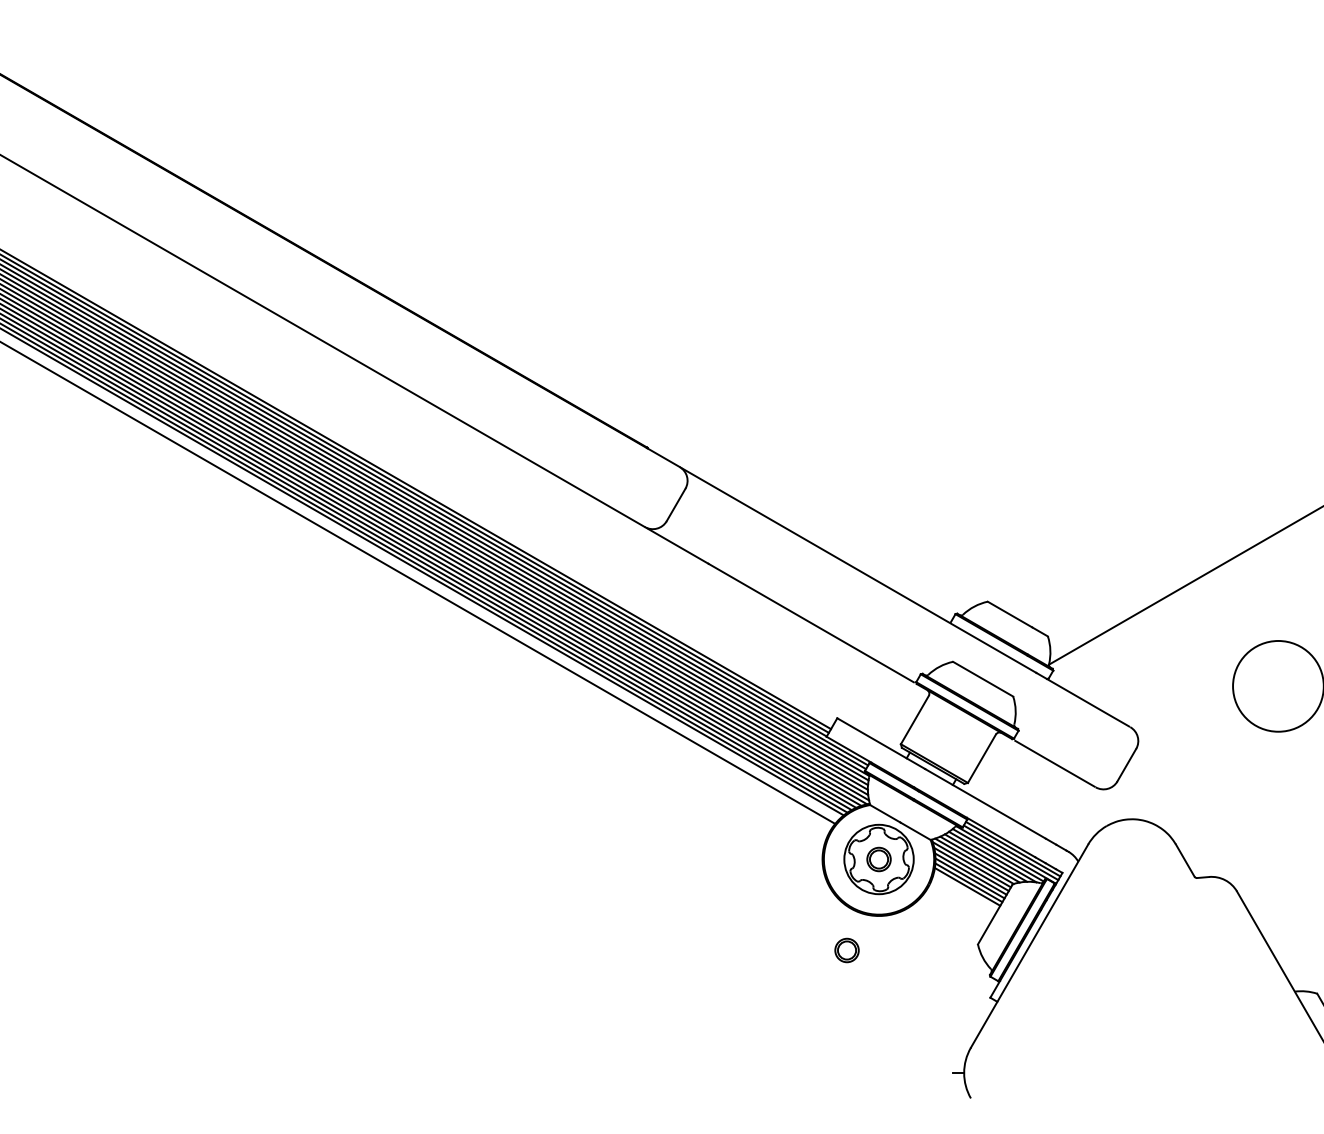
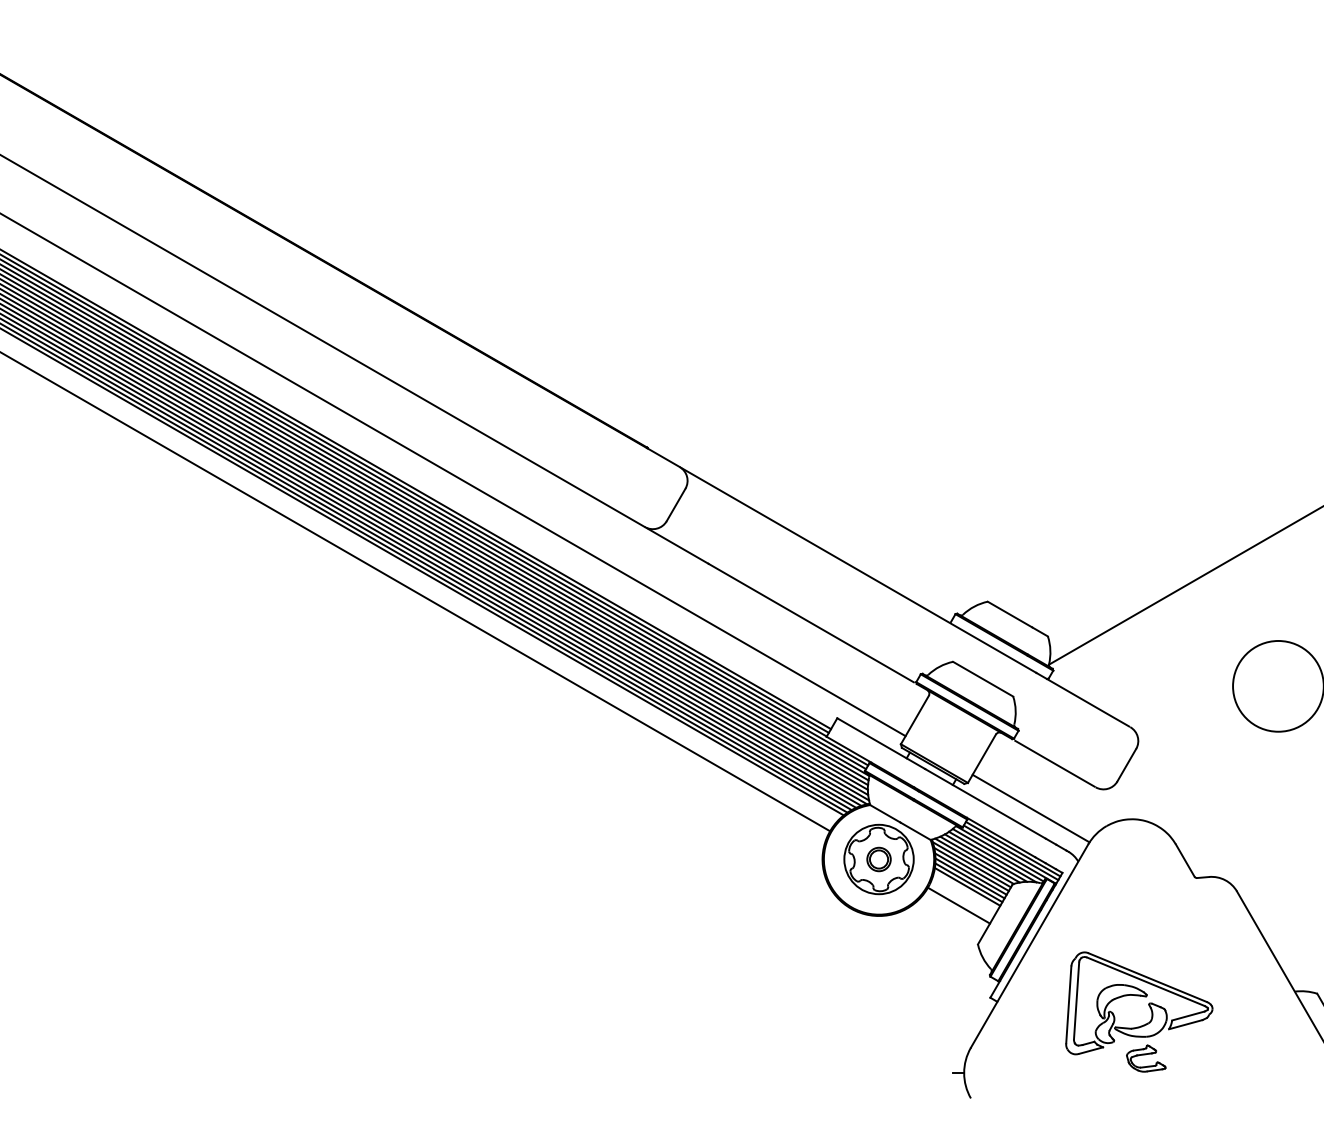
line at (453, 475): none -> present
line at (418, 583) position: (418, 583) -> (416, 592)
line at (1030, 808): none -> present
line at (958, 905): none -> present
part at (846, 950): present -> none
part at (1149, 1007): none -> present
